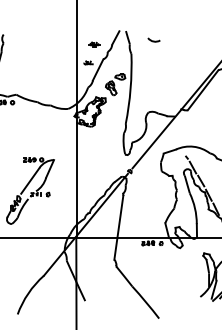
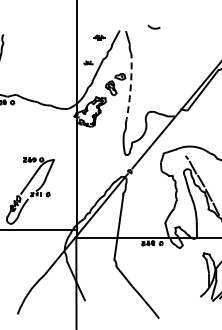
arc at (153, 40) position: (153, 40) -> (153, 27)
part at (94, 44) position: (94, 44) -> (99, 37)
arc at (130, 89): solid -> dashed
line at (38, 238) position: (38, 238) -> (38, 230)
